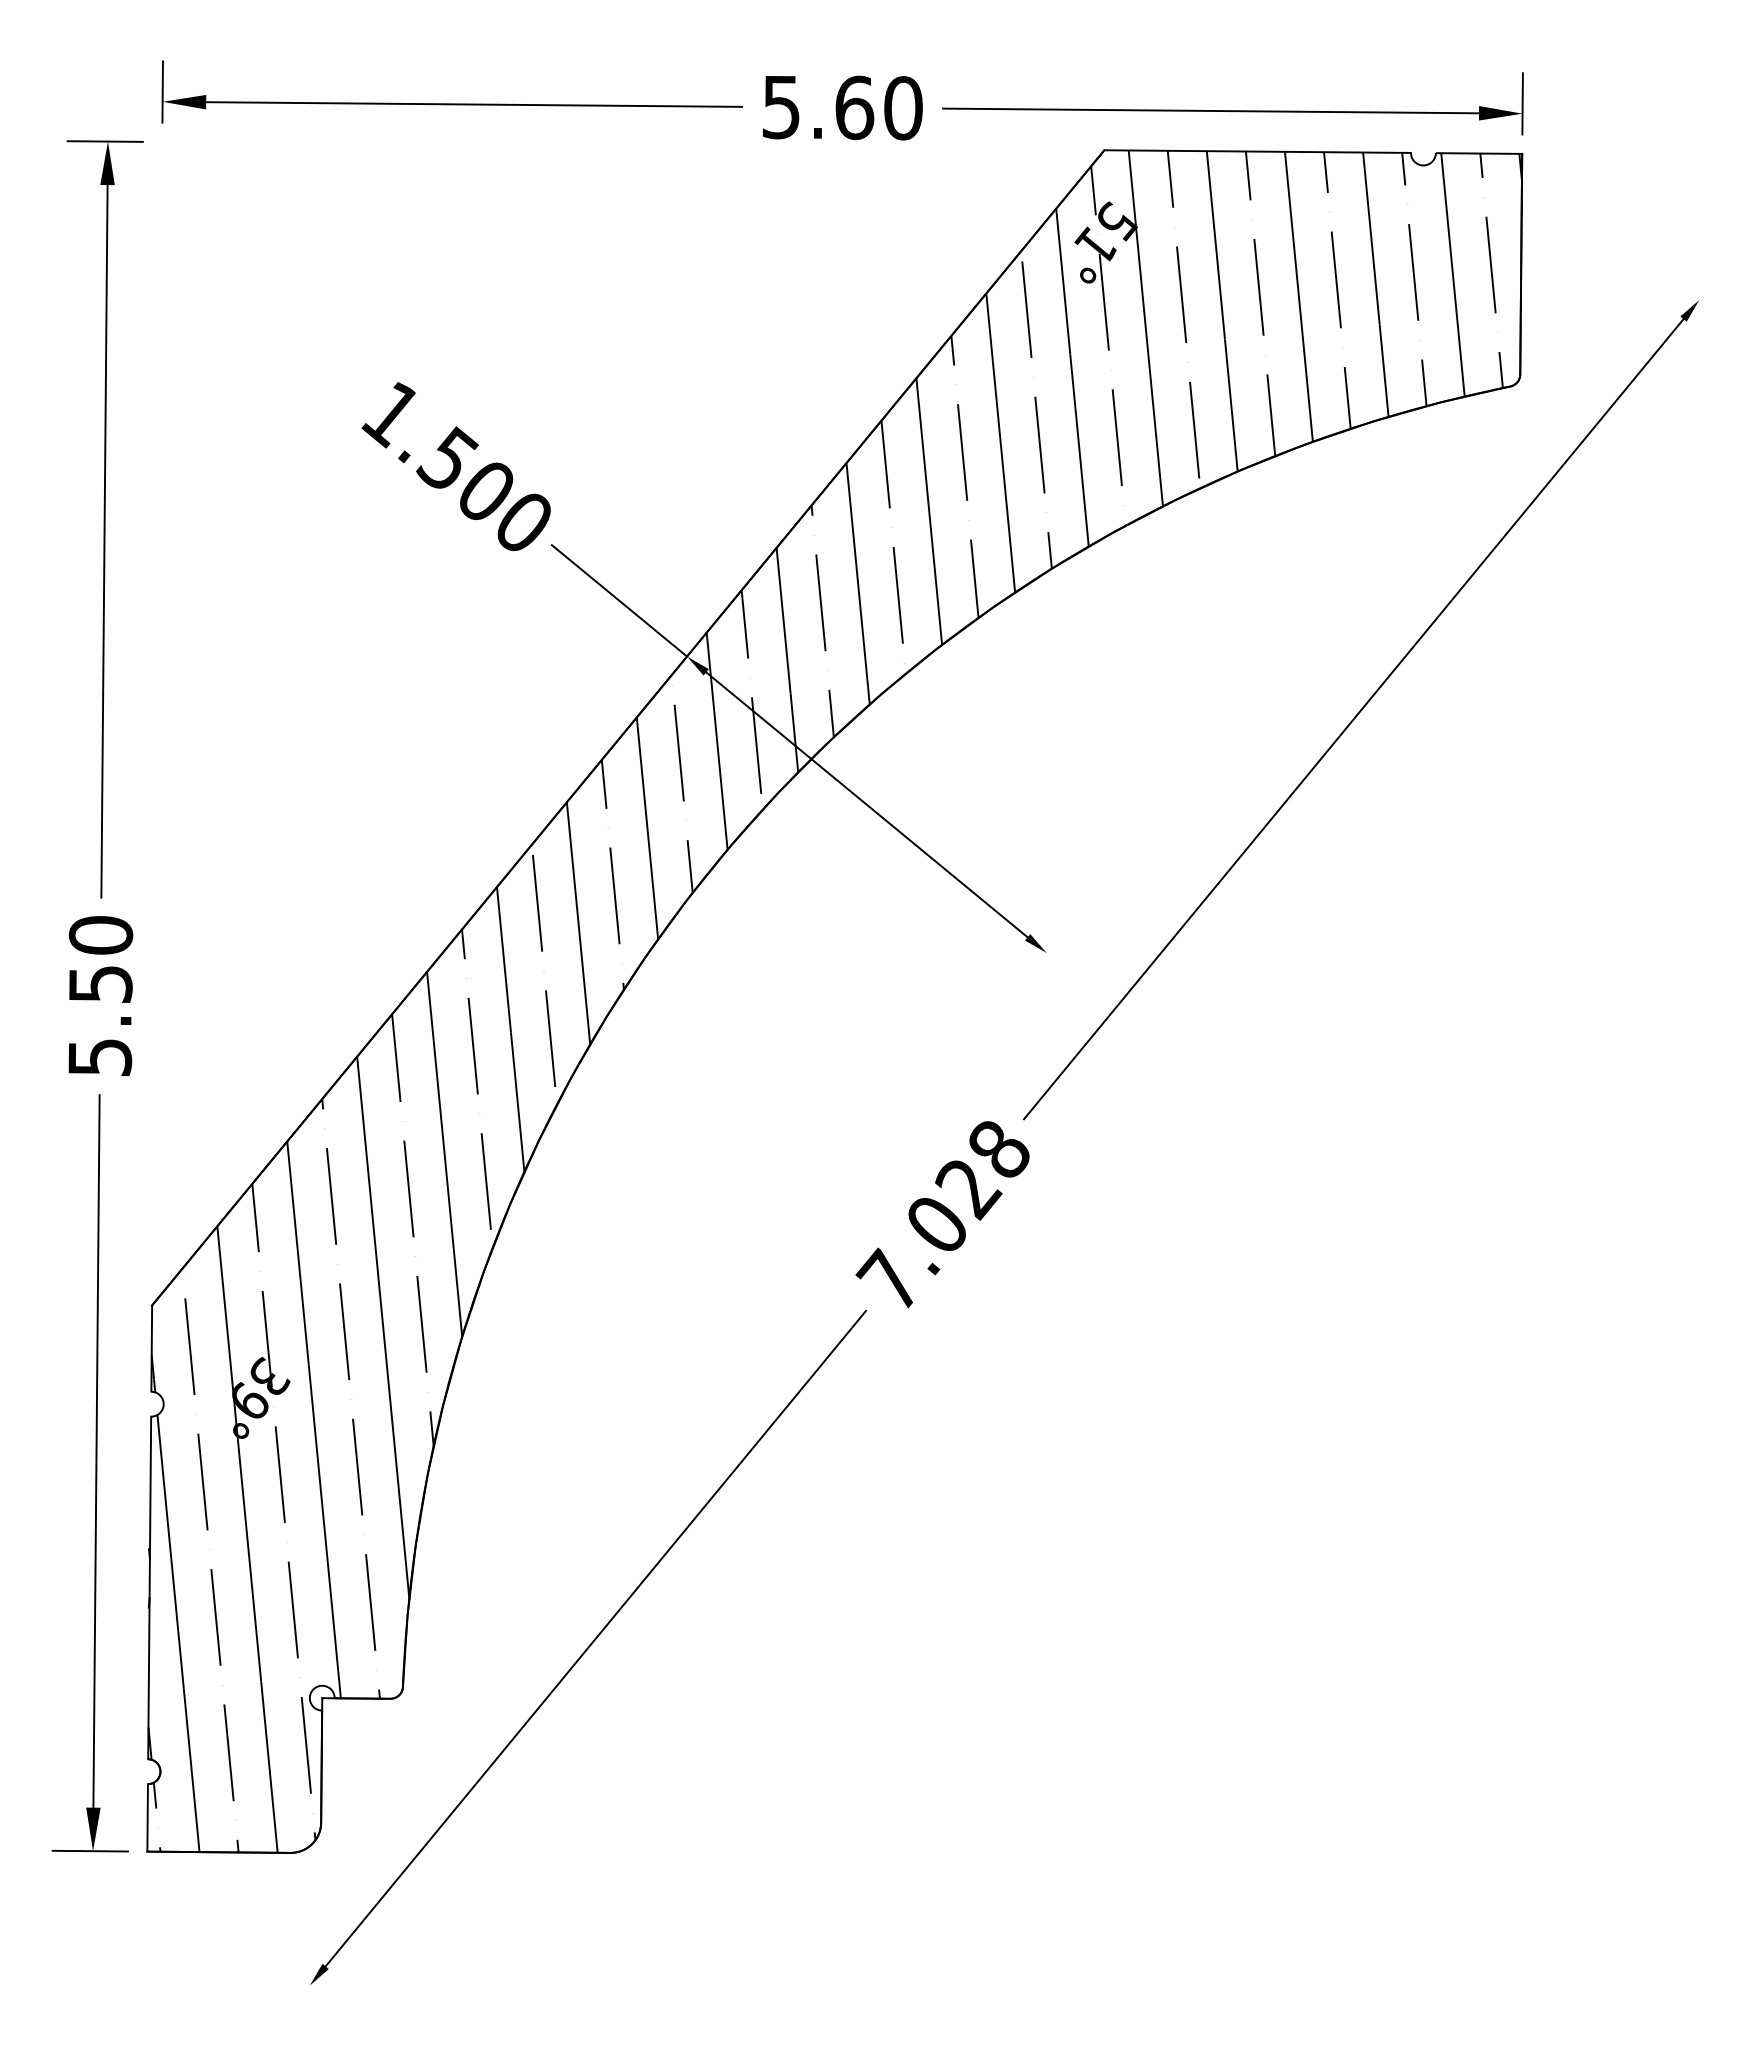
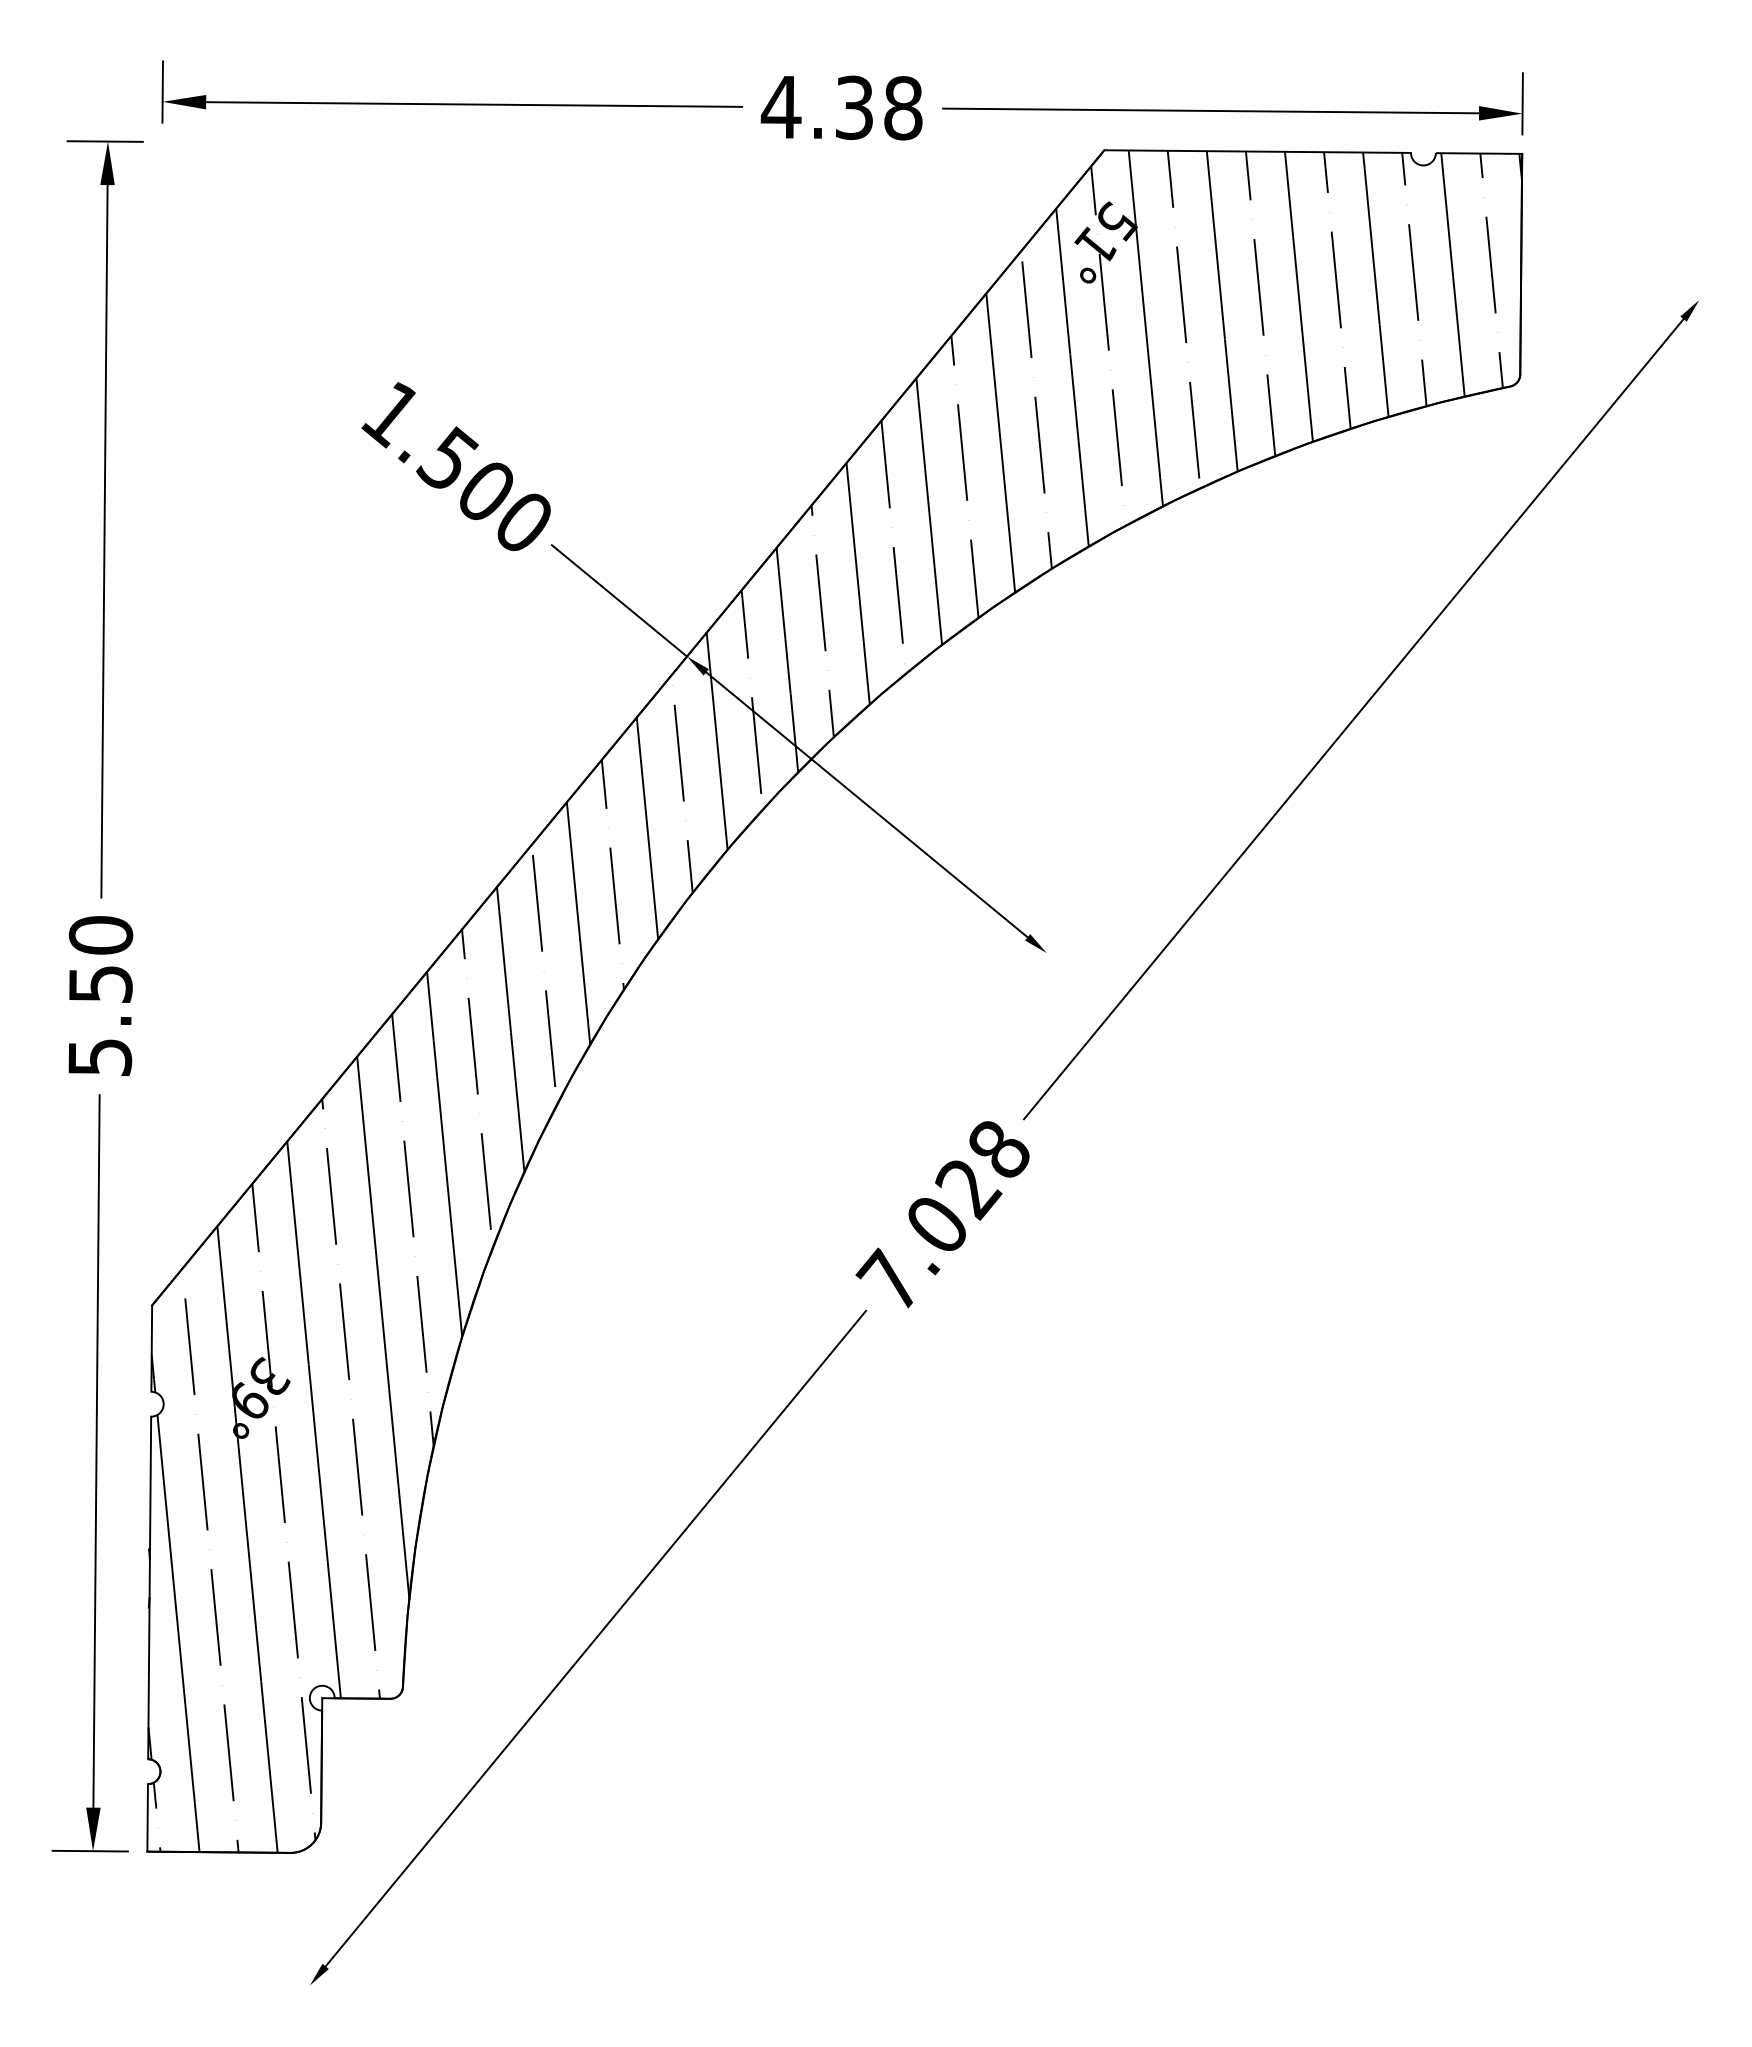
text at (841, 107): 5.60 -> 4.38
